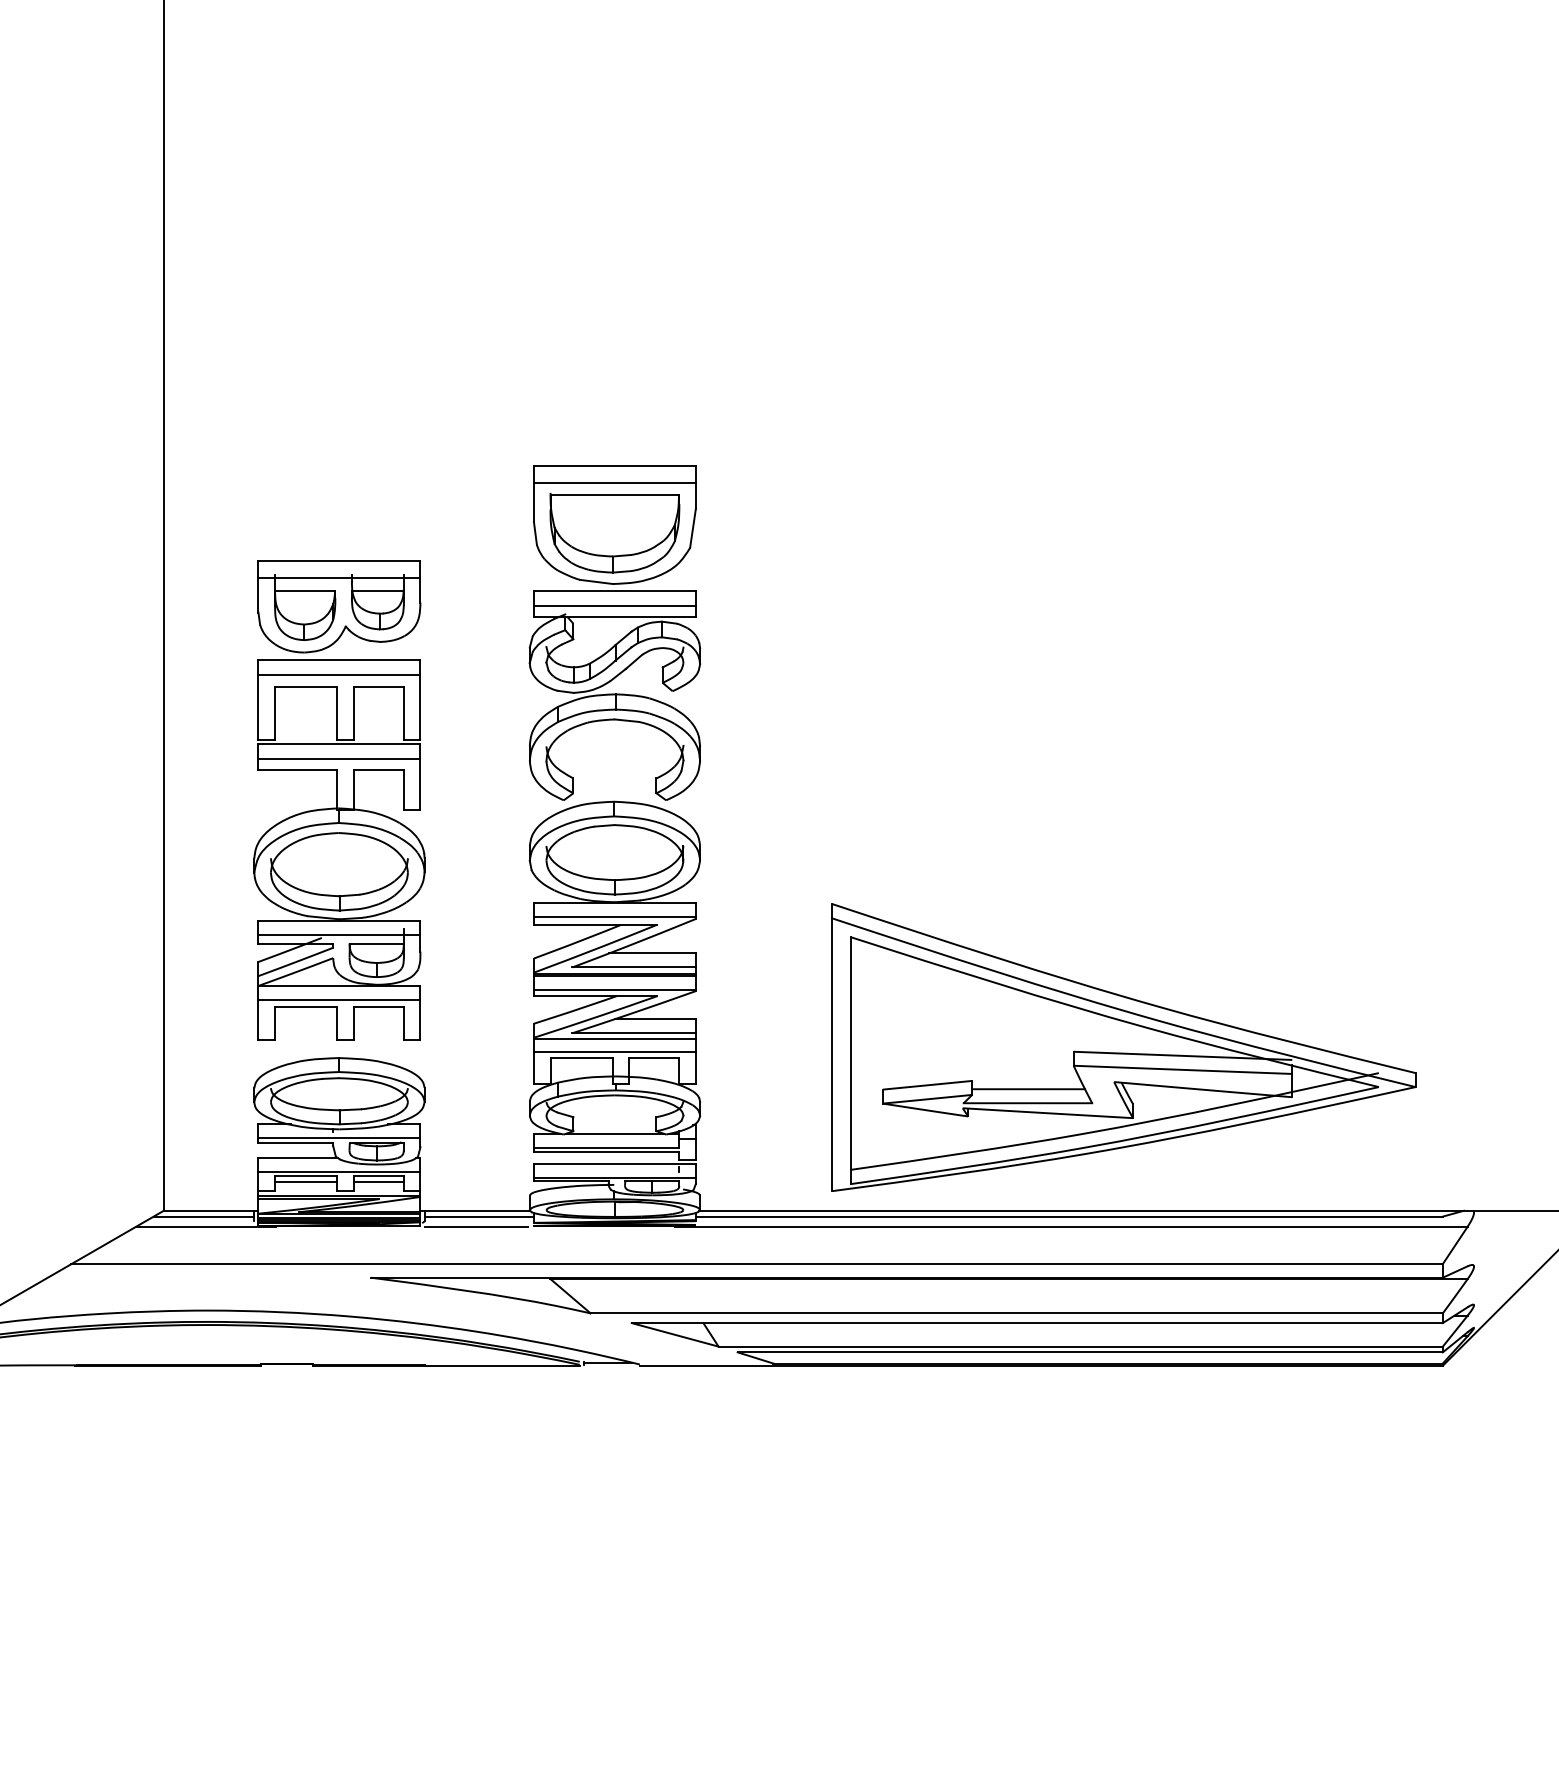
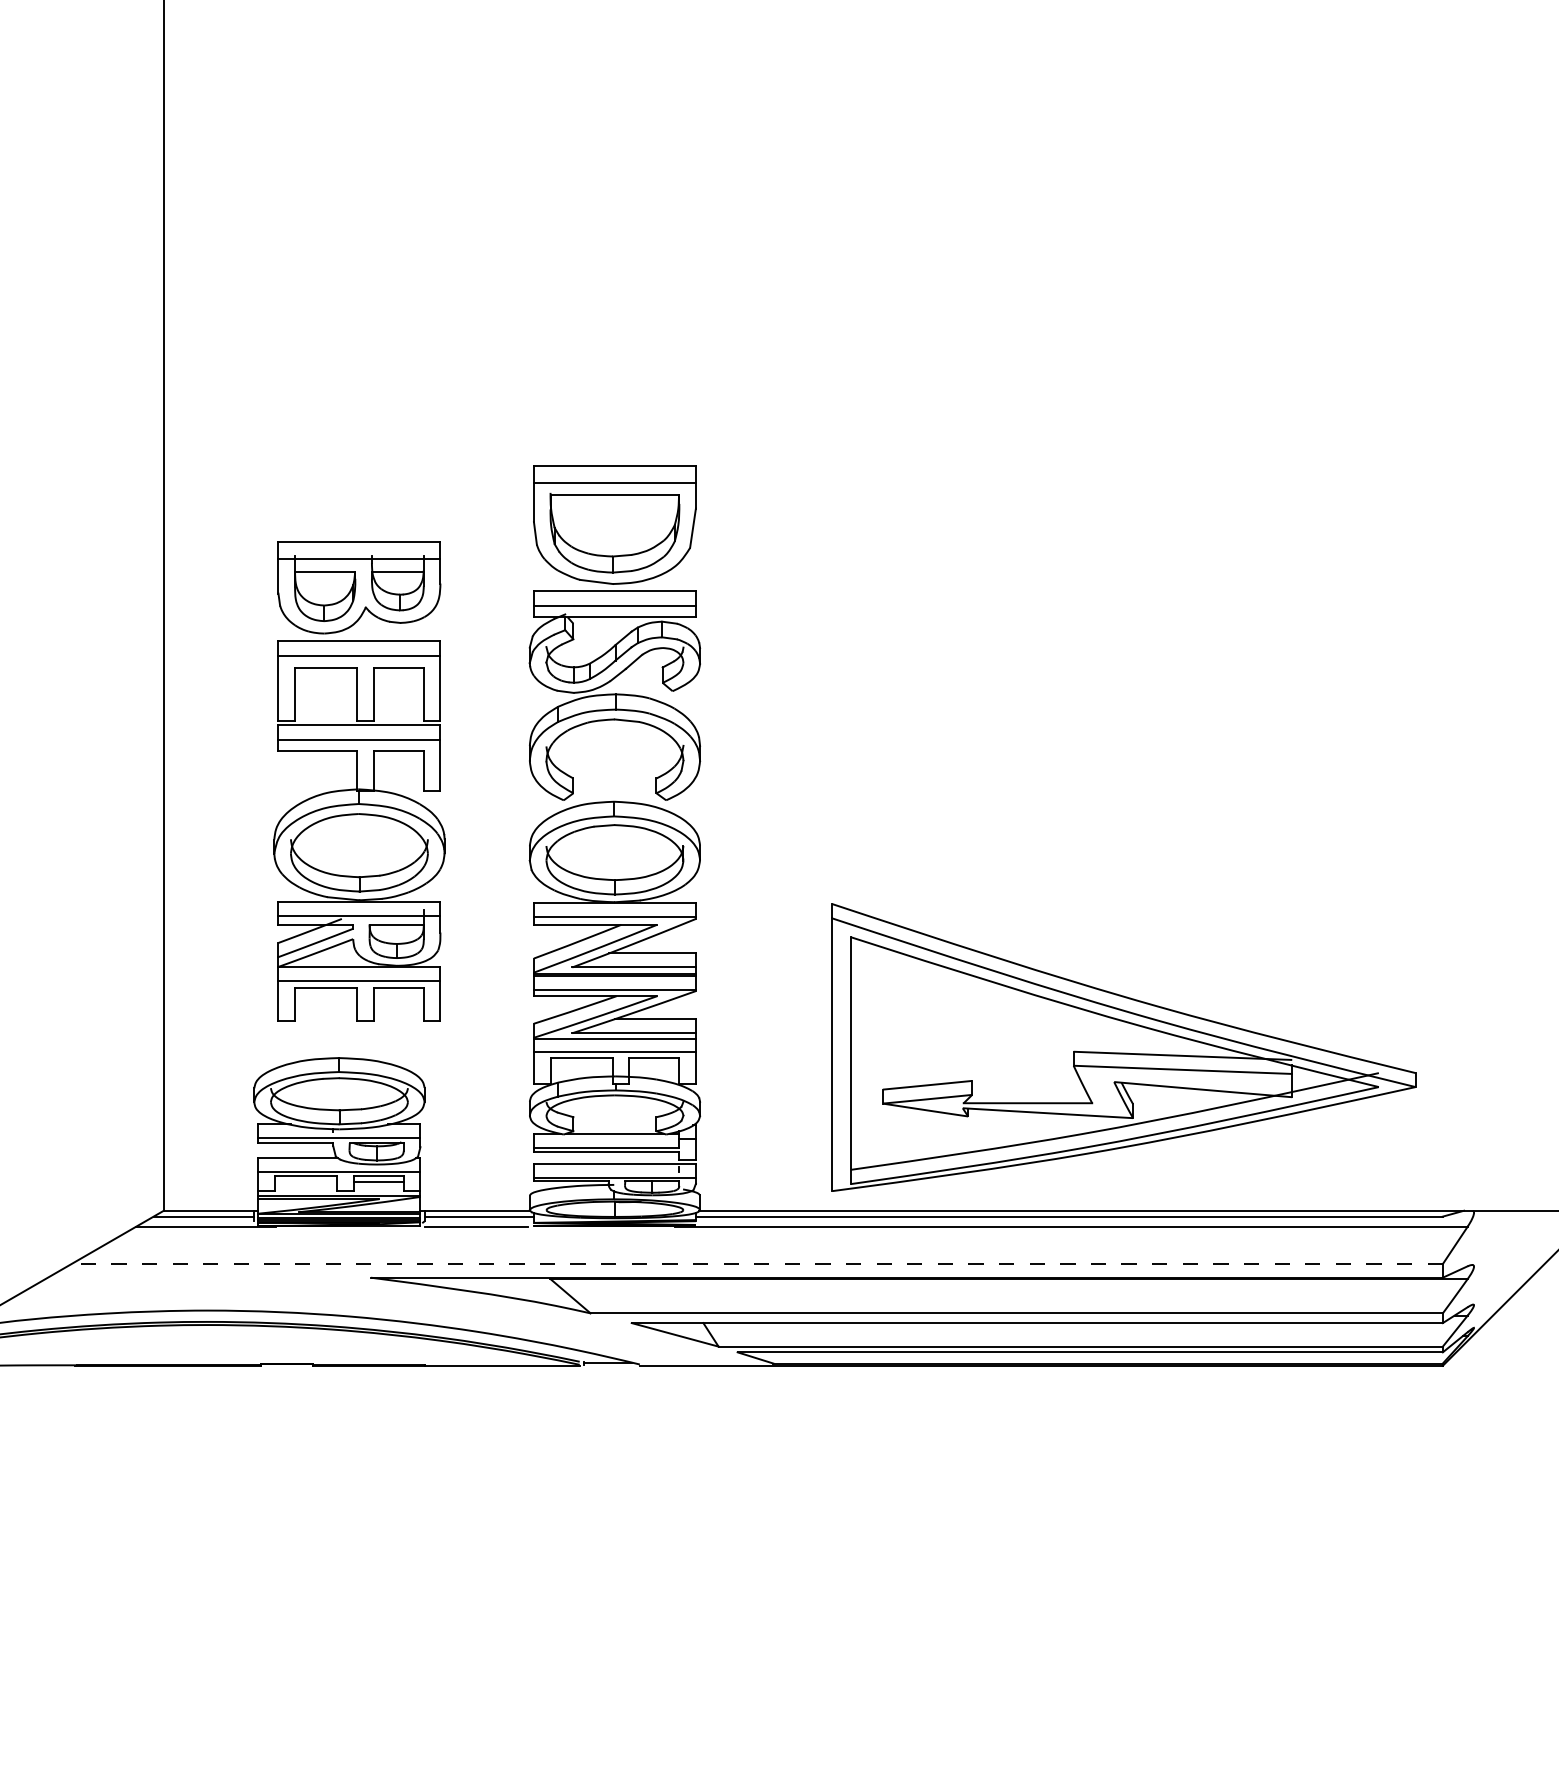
part at (339, 800) position: (339, 800) -> (359, 781)
line at (1028, 1089): present -> none
line at (306, 1182): present -> none
line at (757, 1264): solid -> dashed
